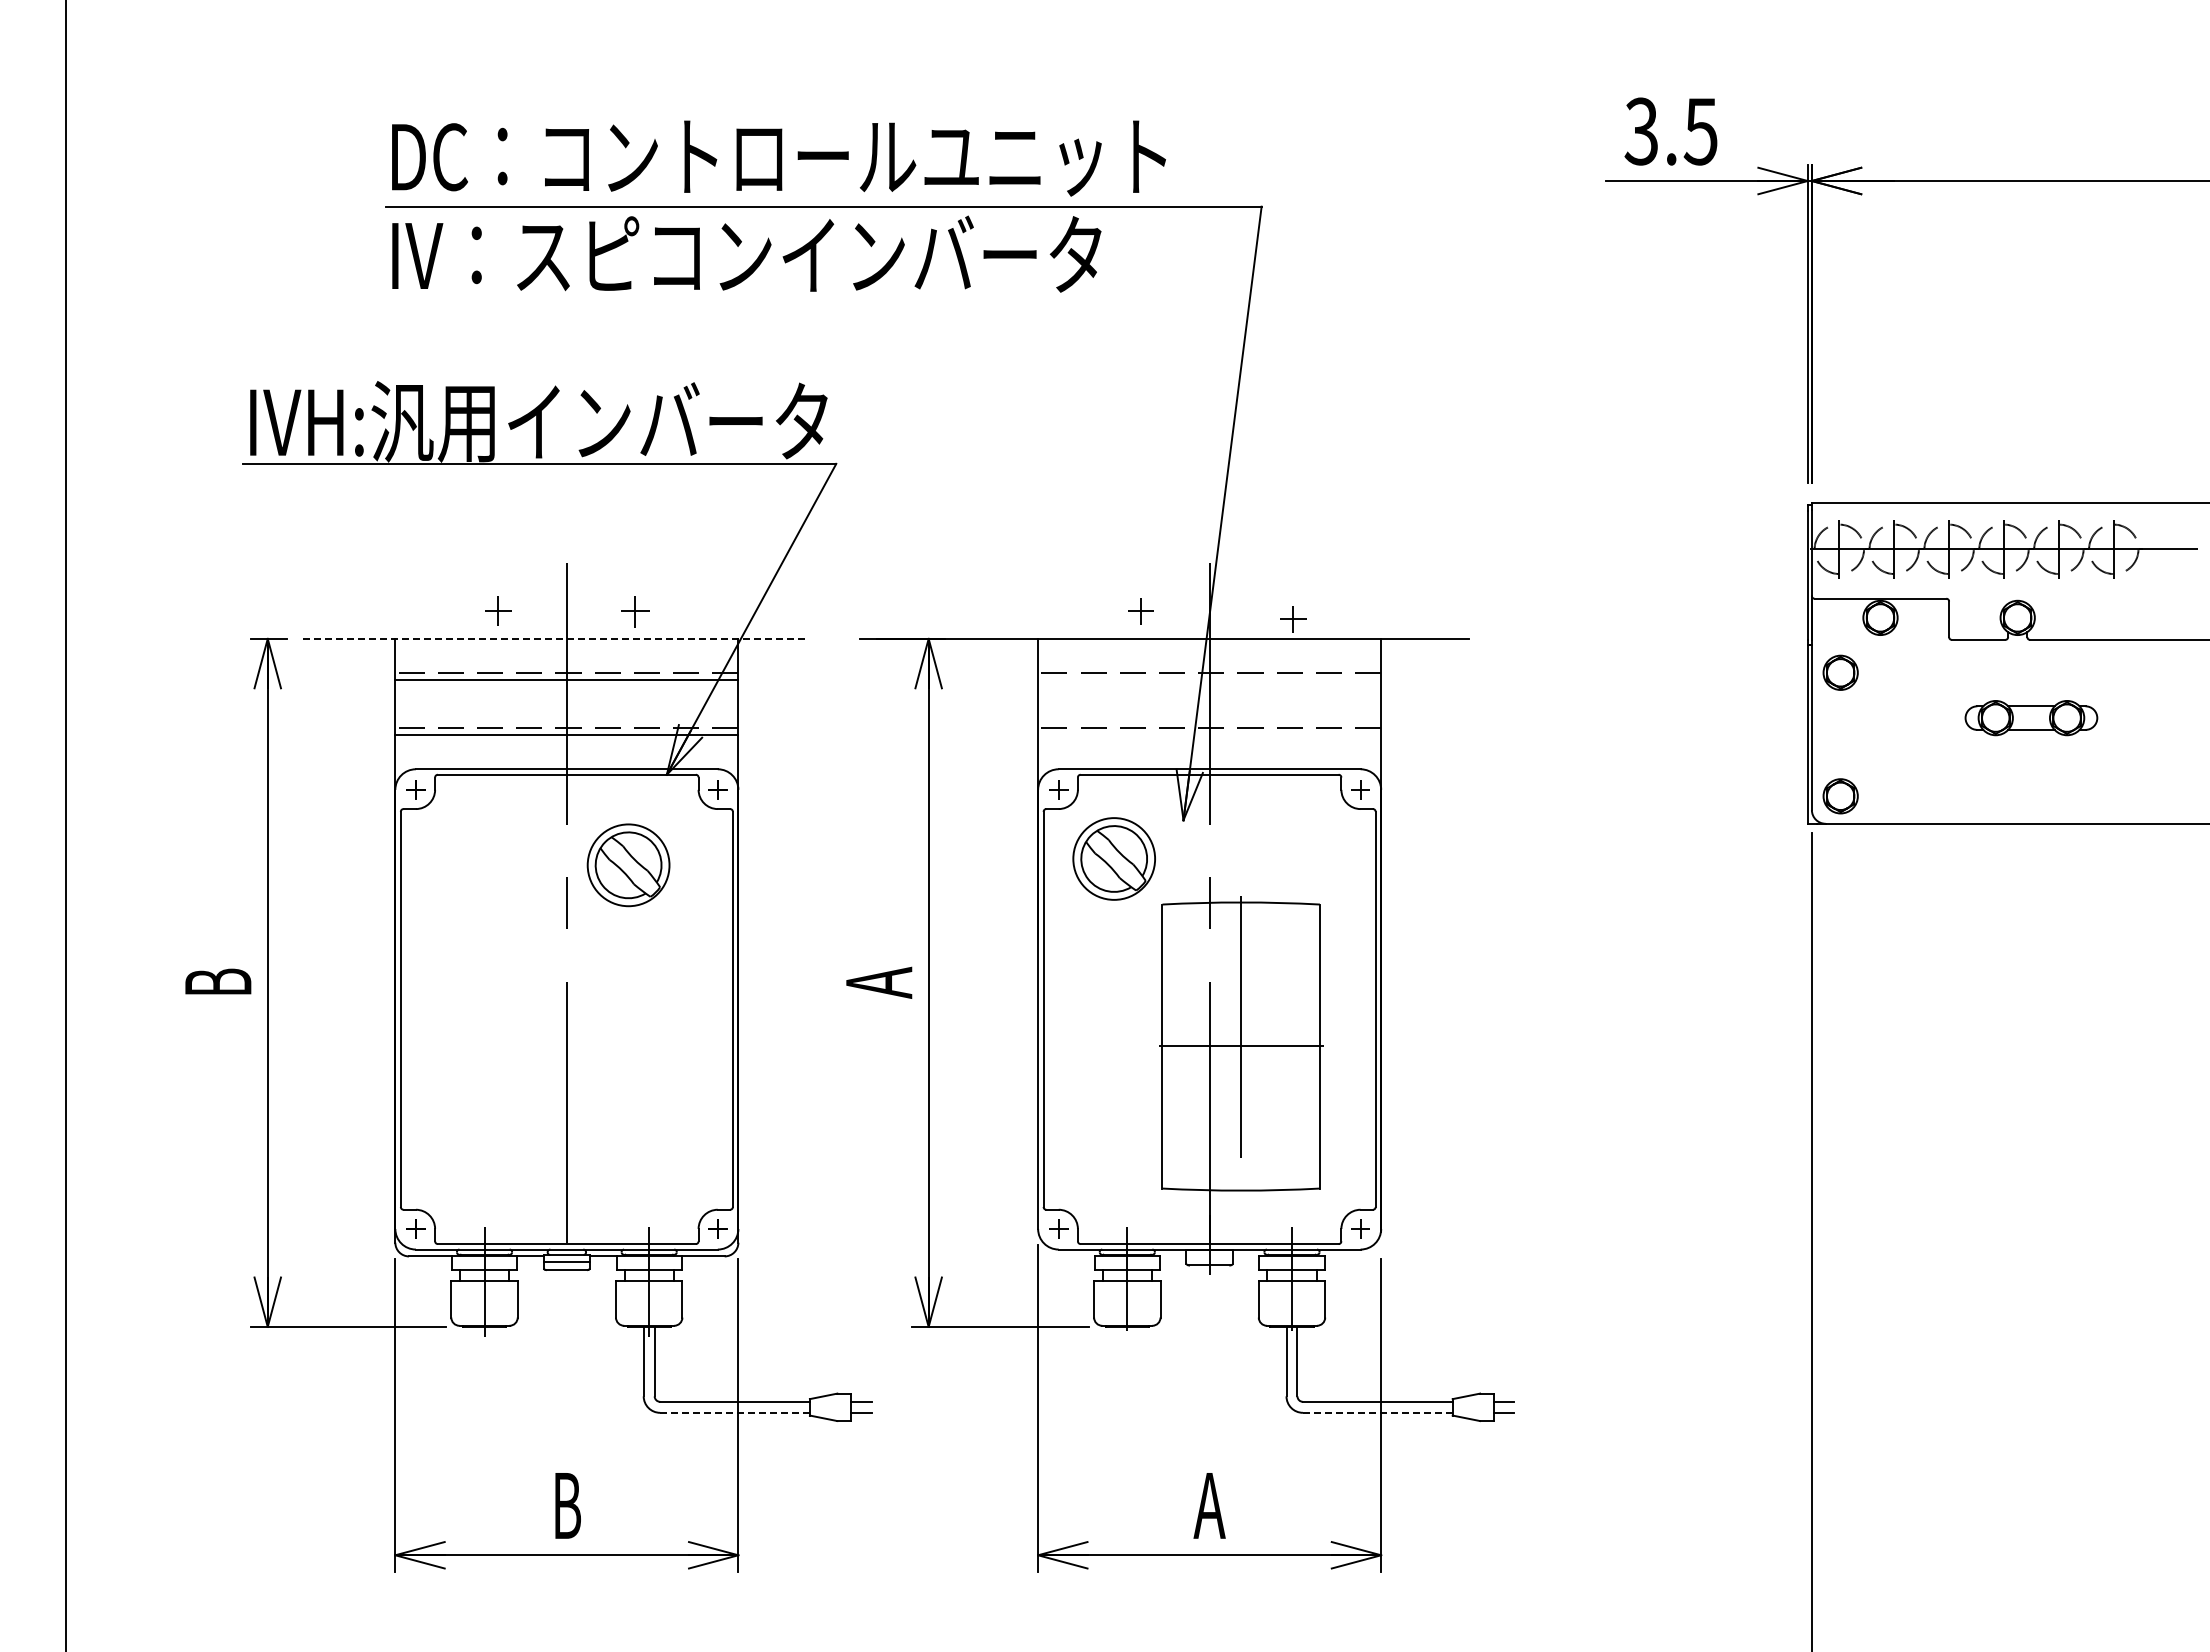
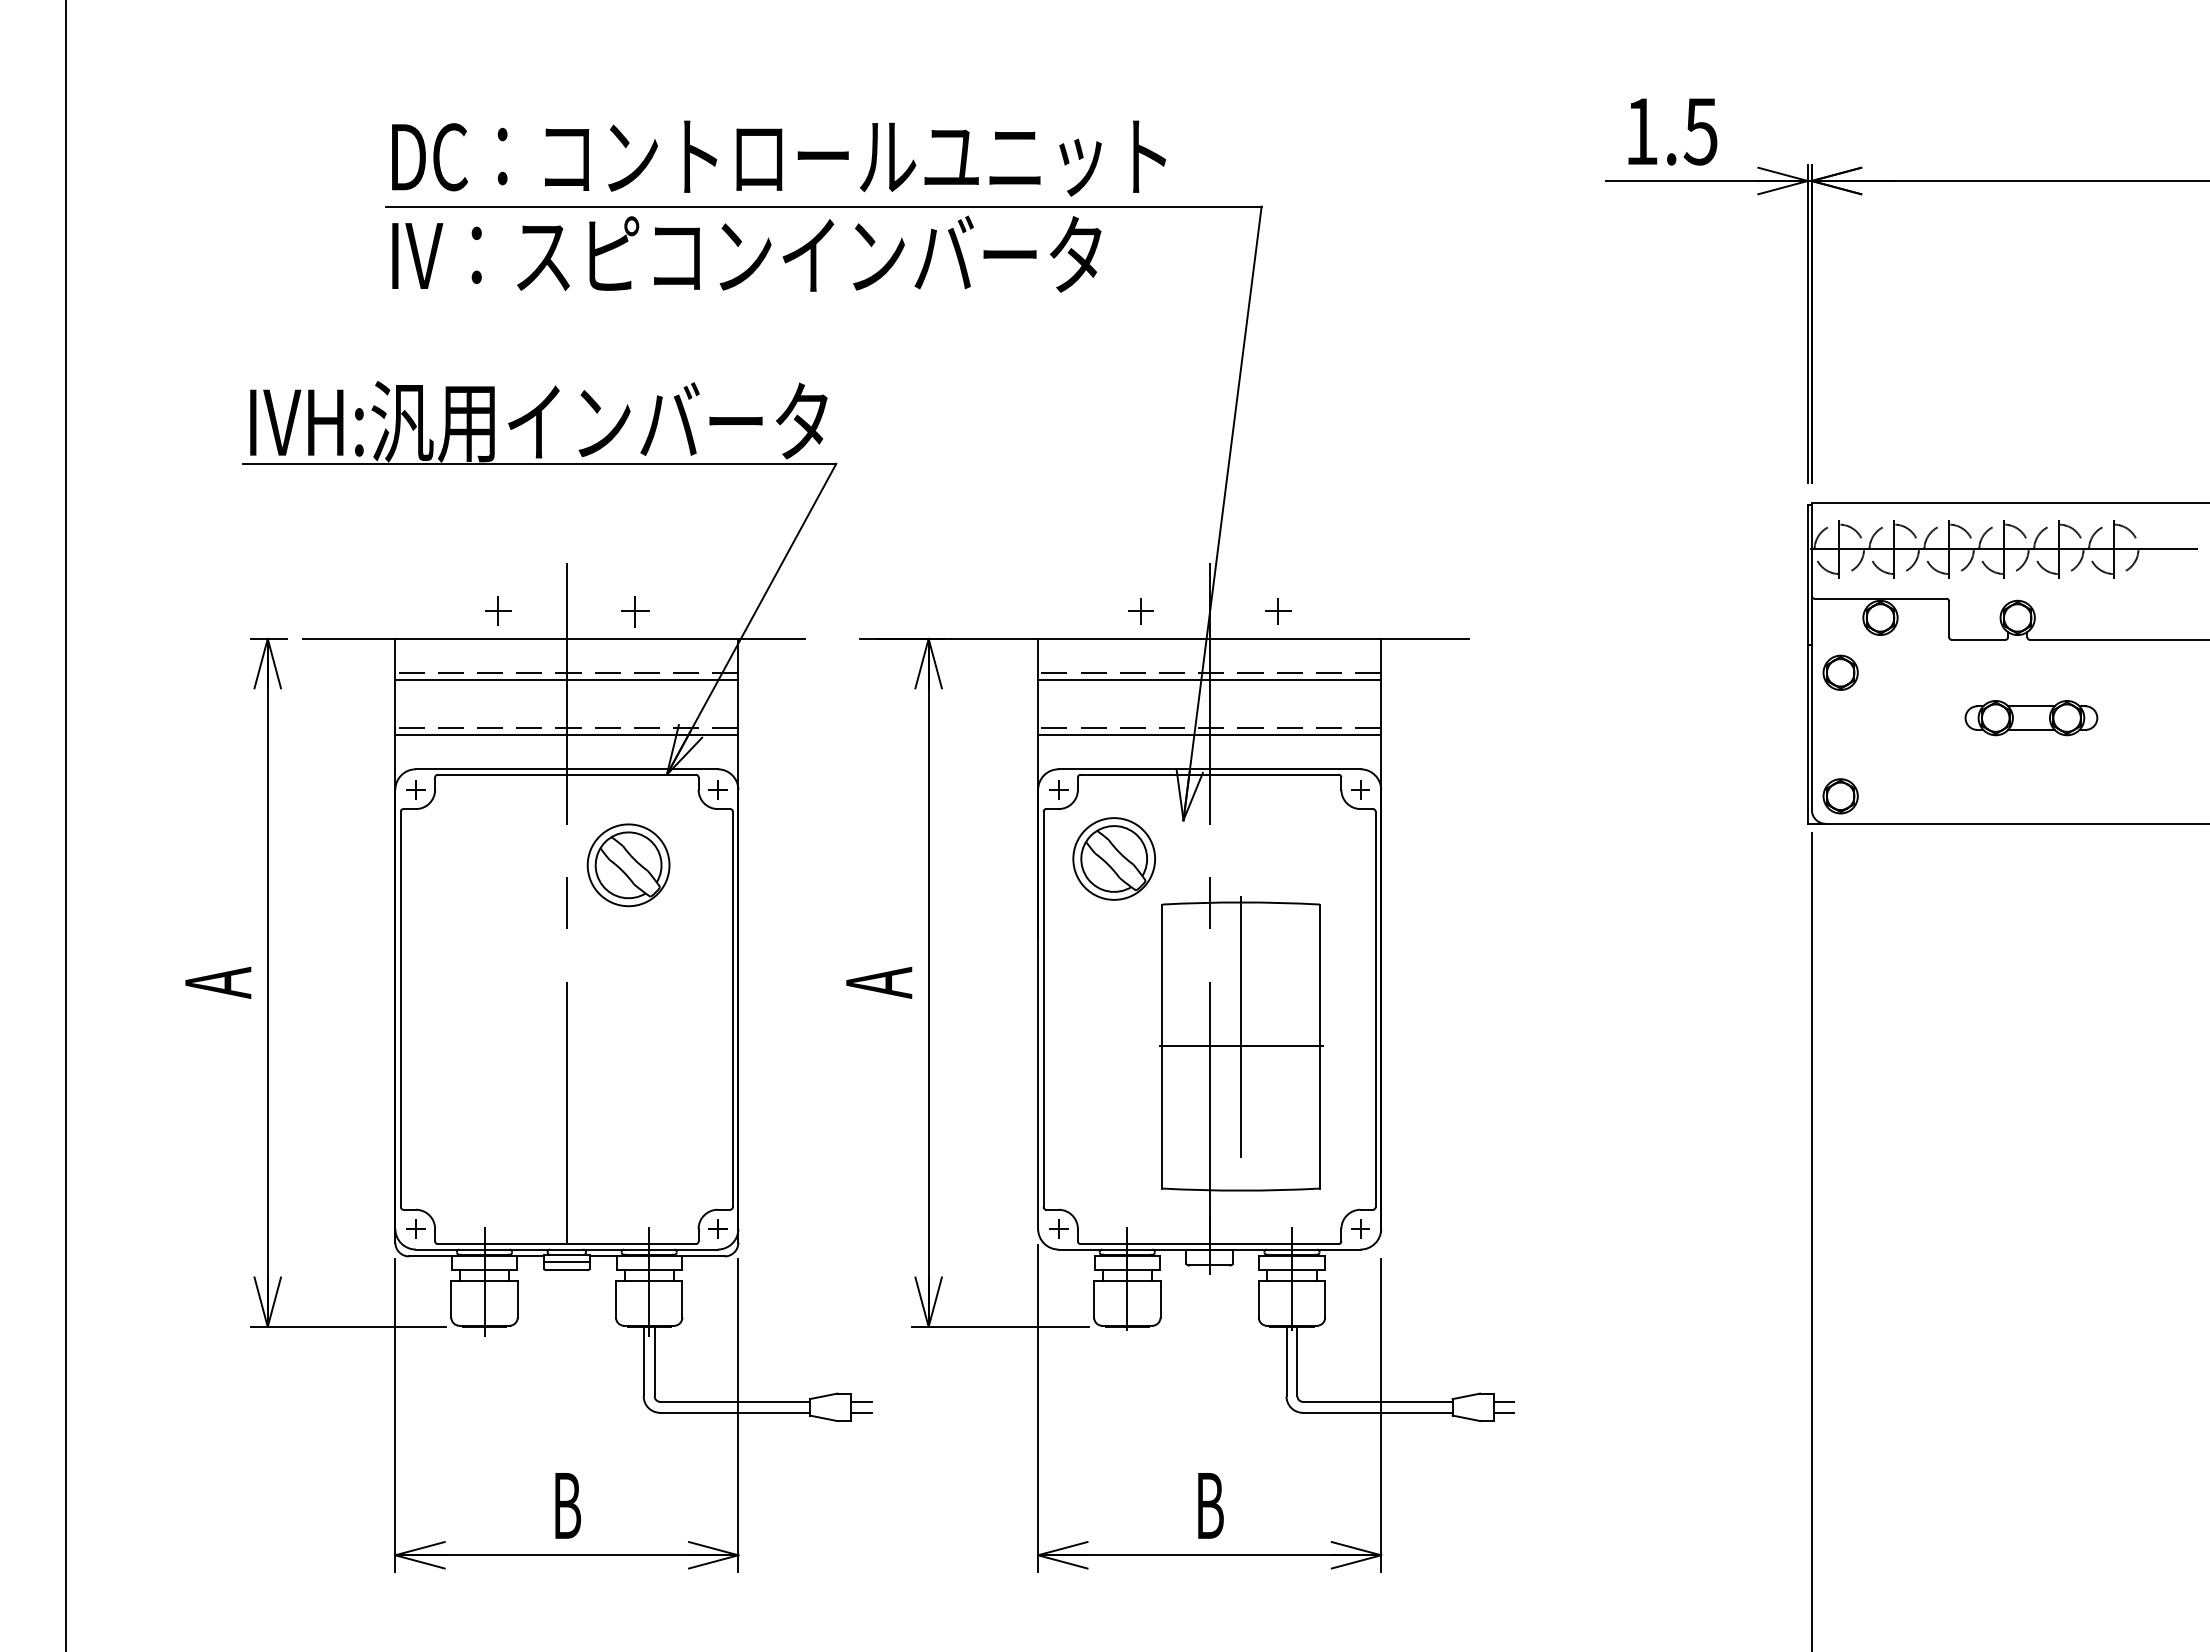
text at (1640, 131): 3.5 -> 1.5
part at (1293, 619) position: (1293, 619) -> (1278, 611)
line at (554, 638): dashed -> solid
line at (1209, 680): none -> present
line at (1209, 734): none -> present
text at (218, 982): B -> A
line at (735, 1412): dashed -> solid
line at (1377, 1412): dashed -> solid
text at (1209, 1505): A -> B
